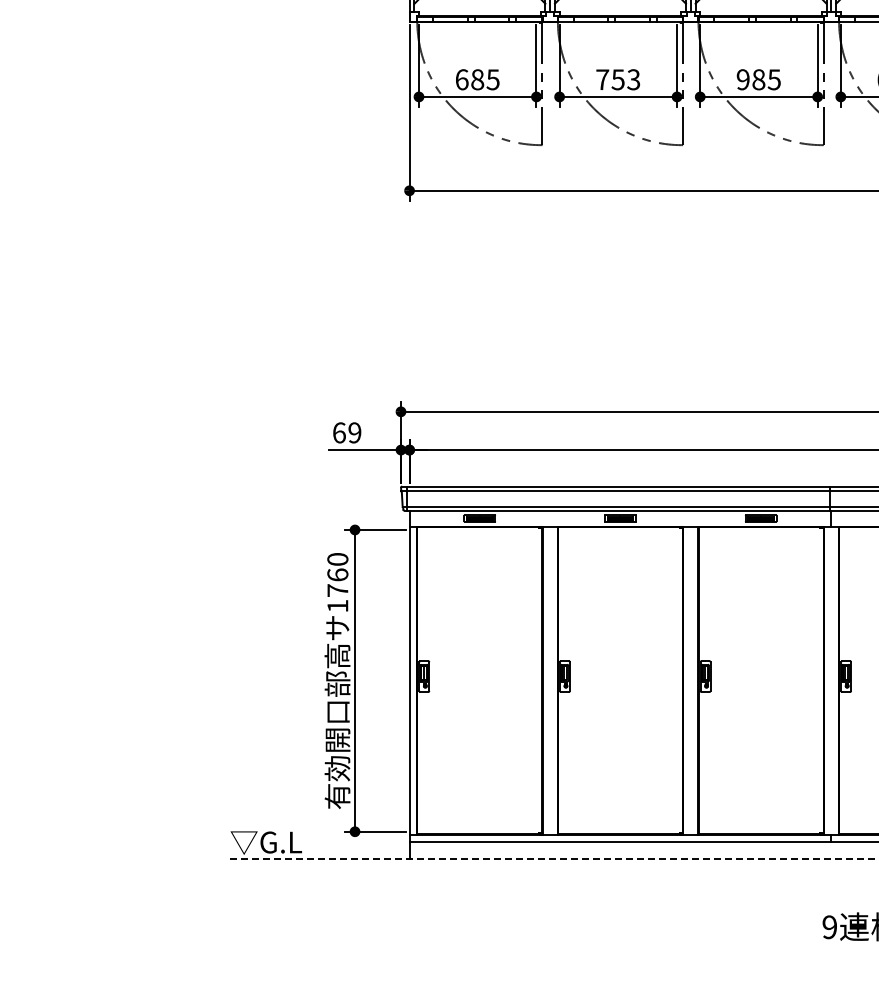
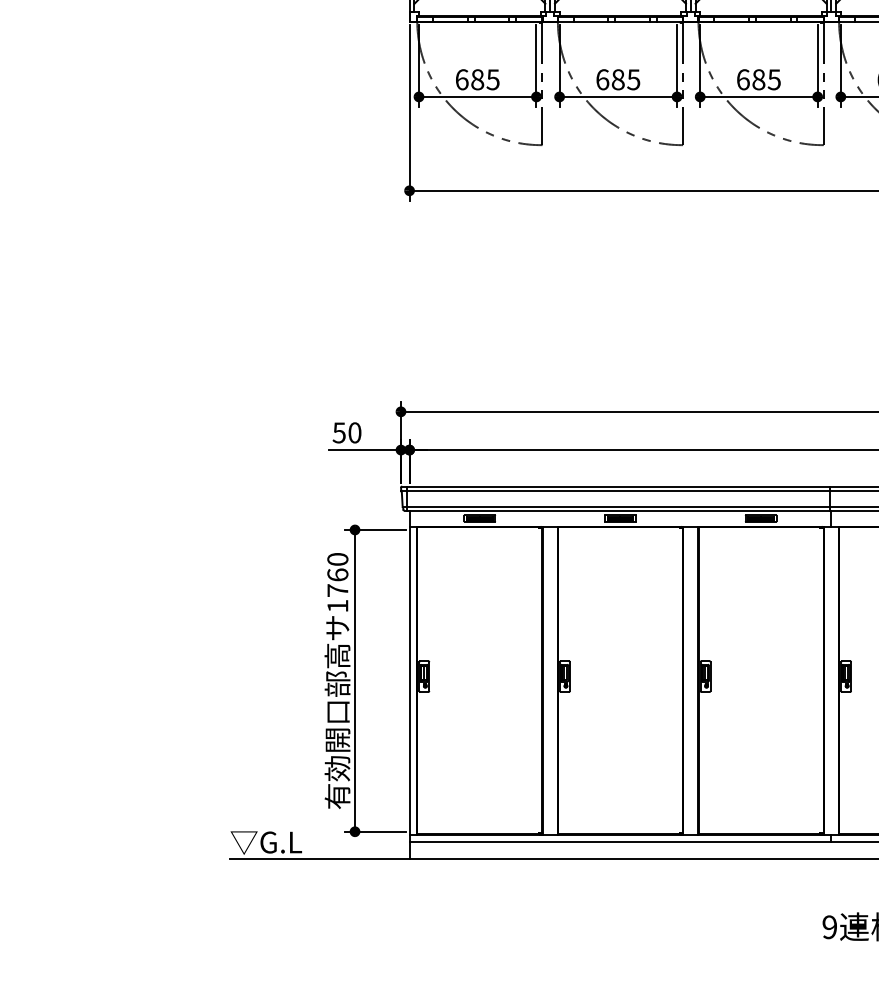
text at (618, 79): 753 -> 685
text at (742, 79): 985 -> 685
text at (346, 432): 69 -> 50
line at (554, 859): dashed -> solid
